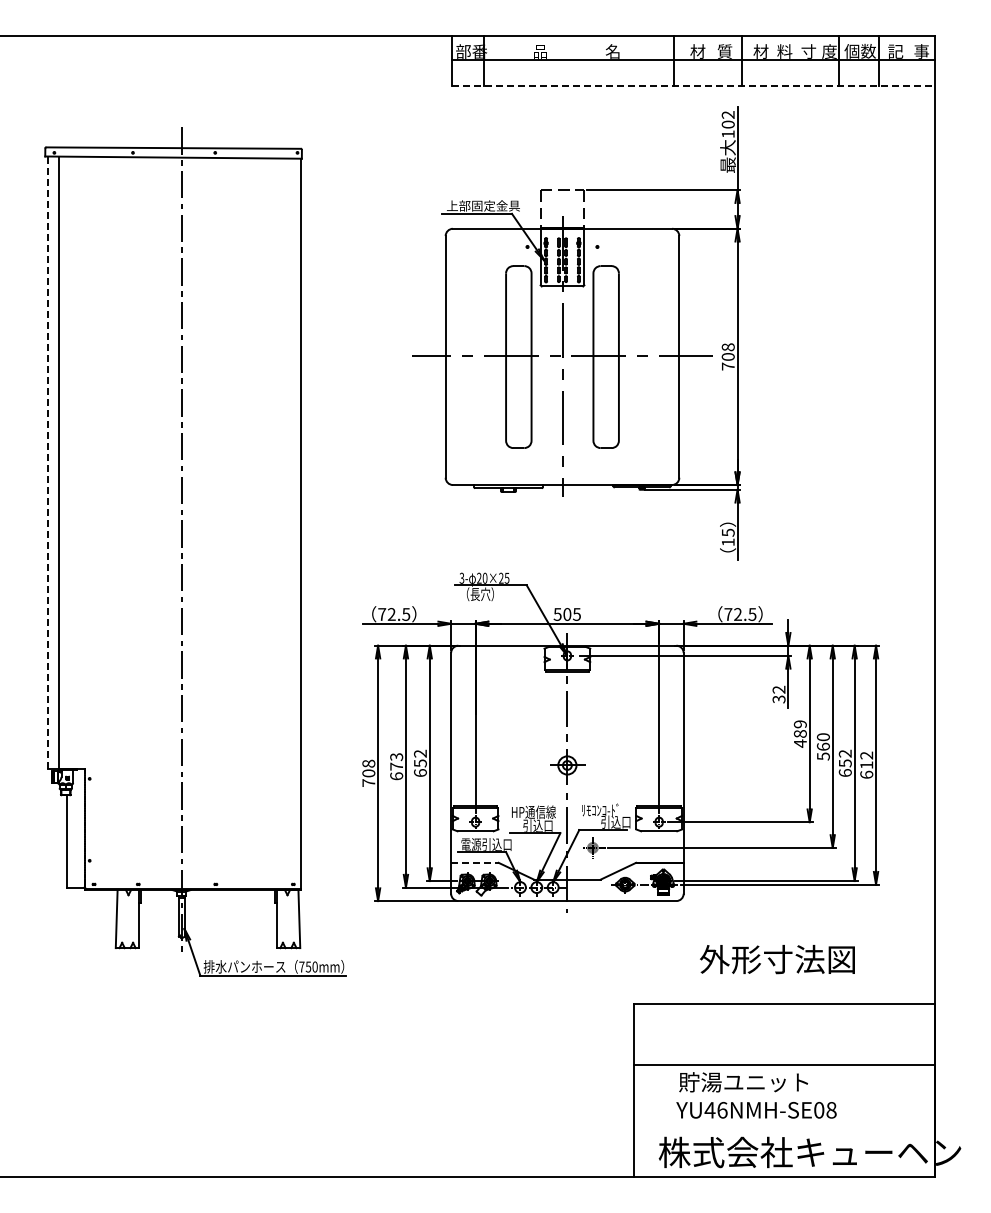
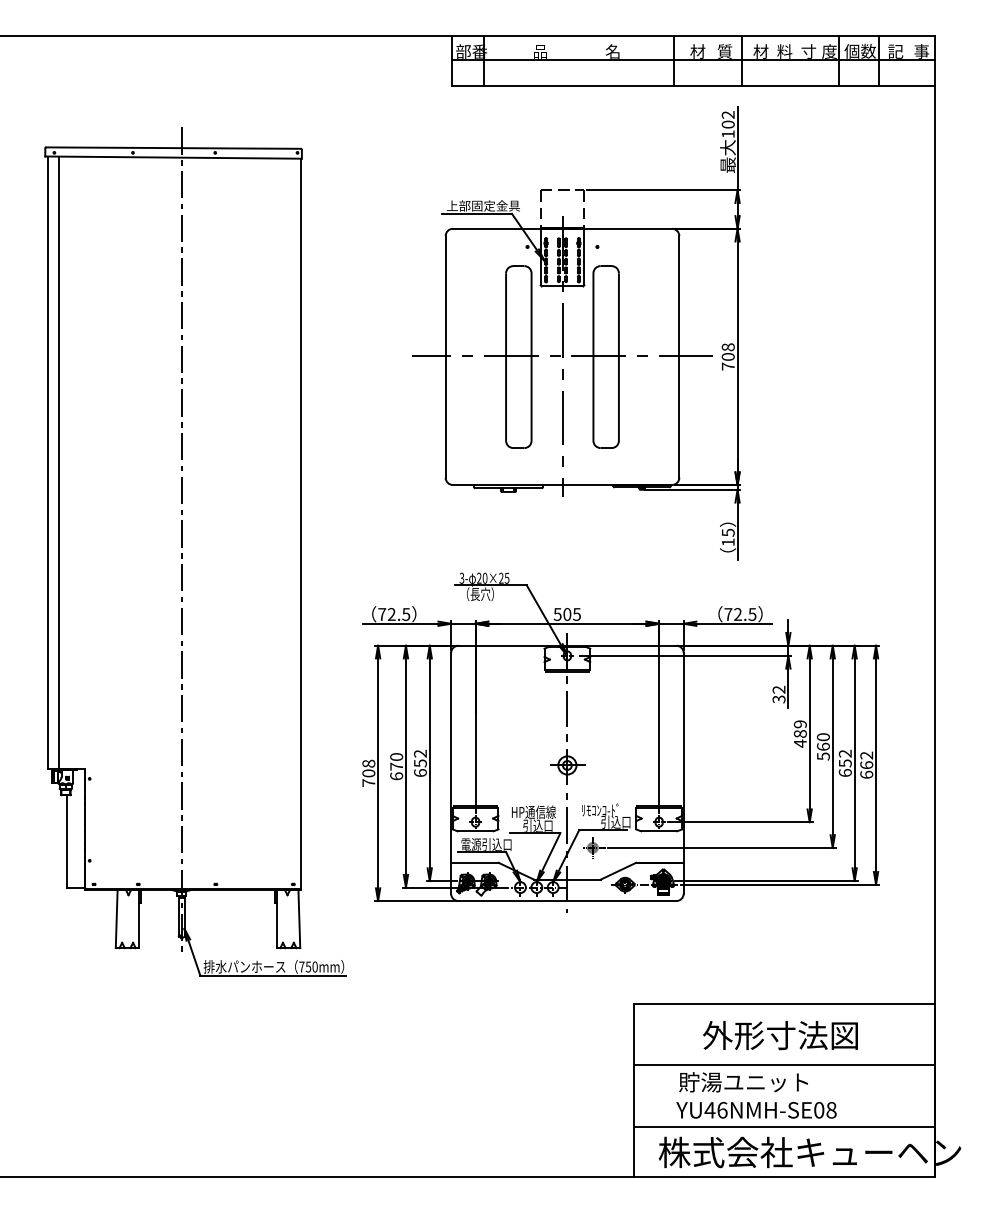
line at (694, 86): dashed -> solid
line at (47, 463): dashed -> solid
text at (396, 757): 673 -> 670
text at (866, 764): 612 -> 662
line at (474, 862): dashed -> solid
text at (777, 959) position: (777, 959) -> (780, 1035)
line at (784, 1127): none -> present
